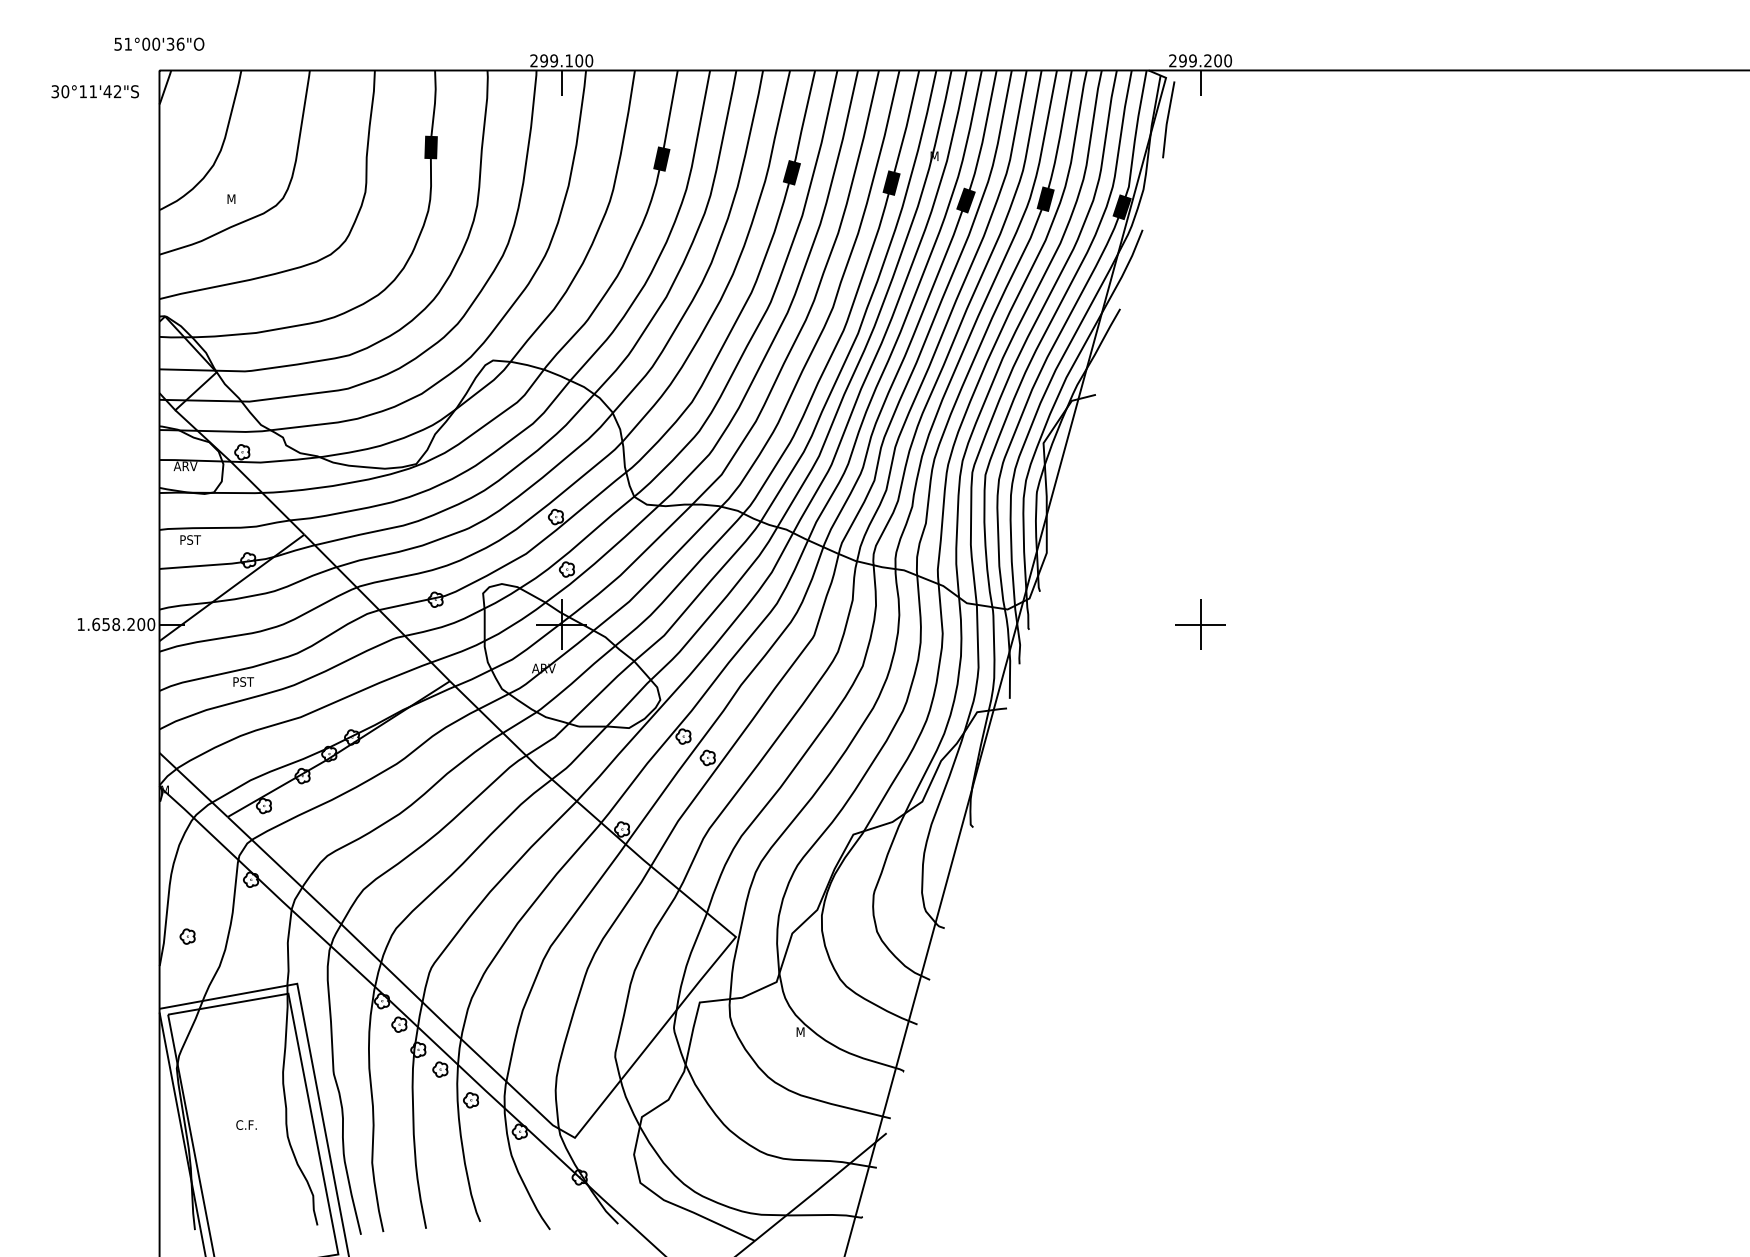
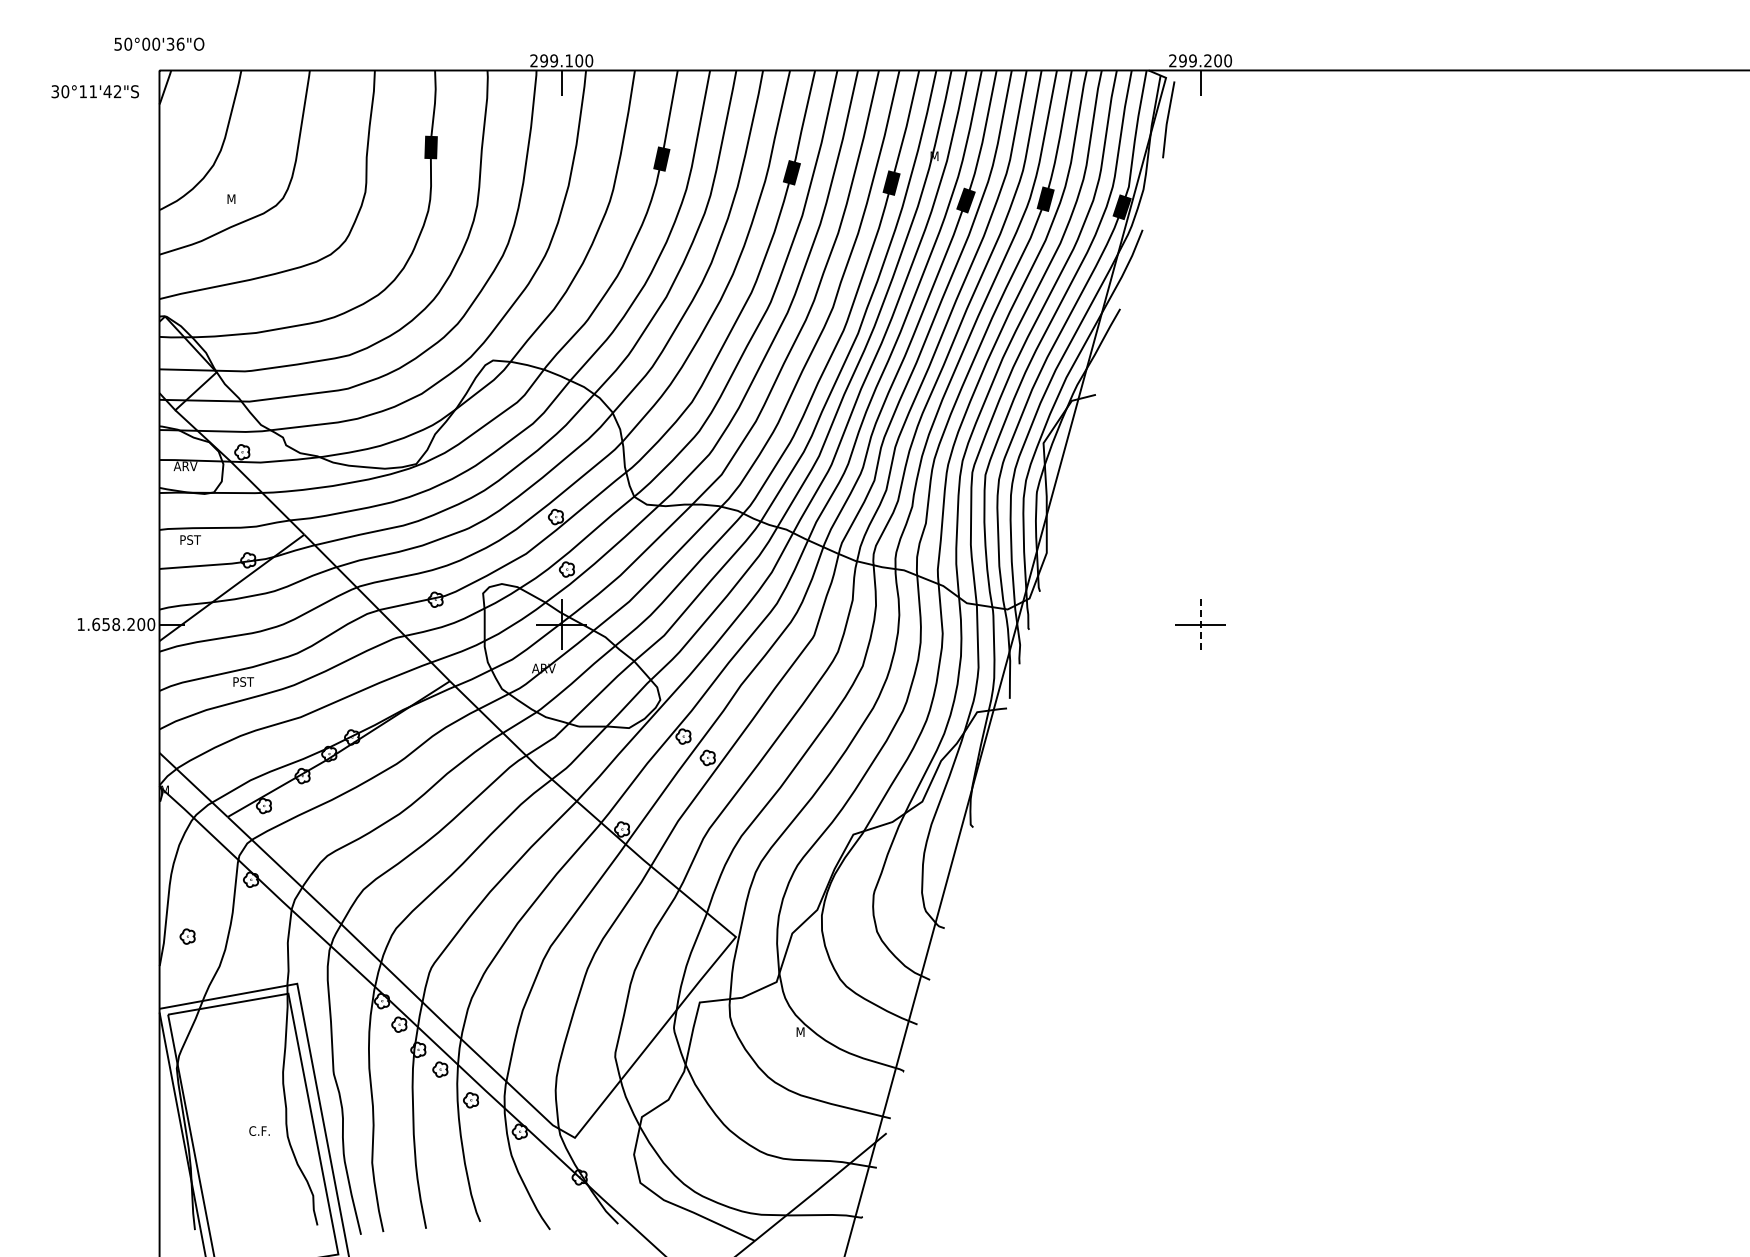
text at (128, 43): 51°00'36"O -> 50°00'36"O
line at (1200, 624): solid -> dashed
text at (246, 1124) position: (246, 1124) -> (259, 1130)
